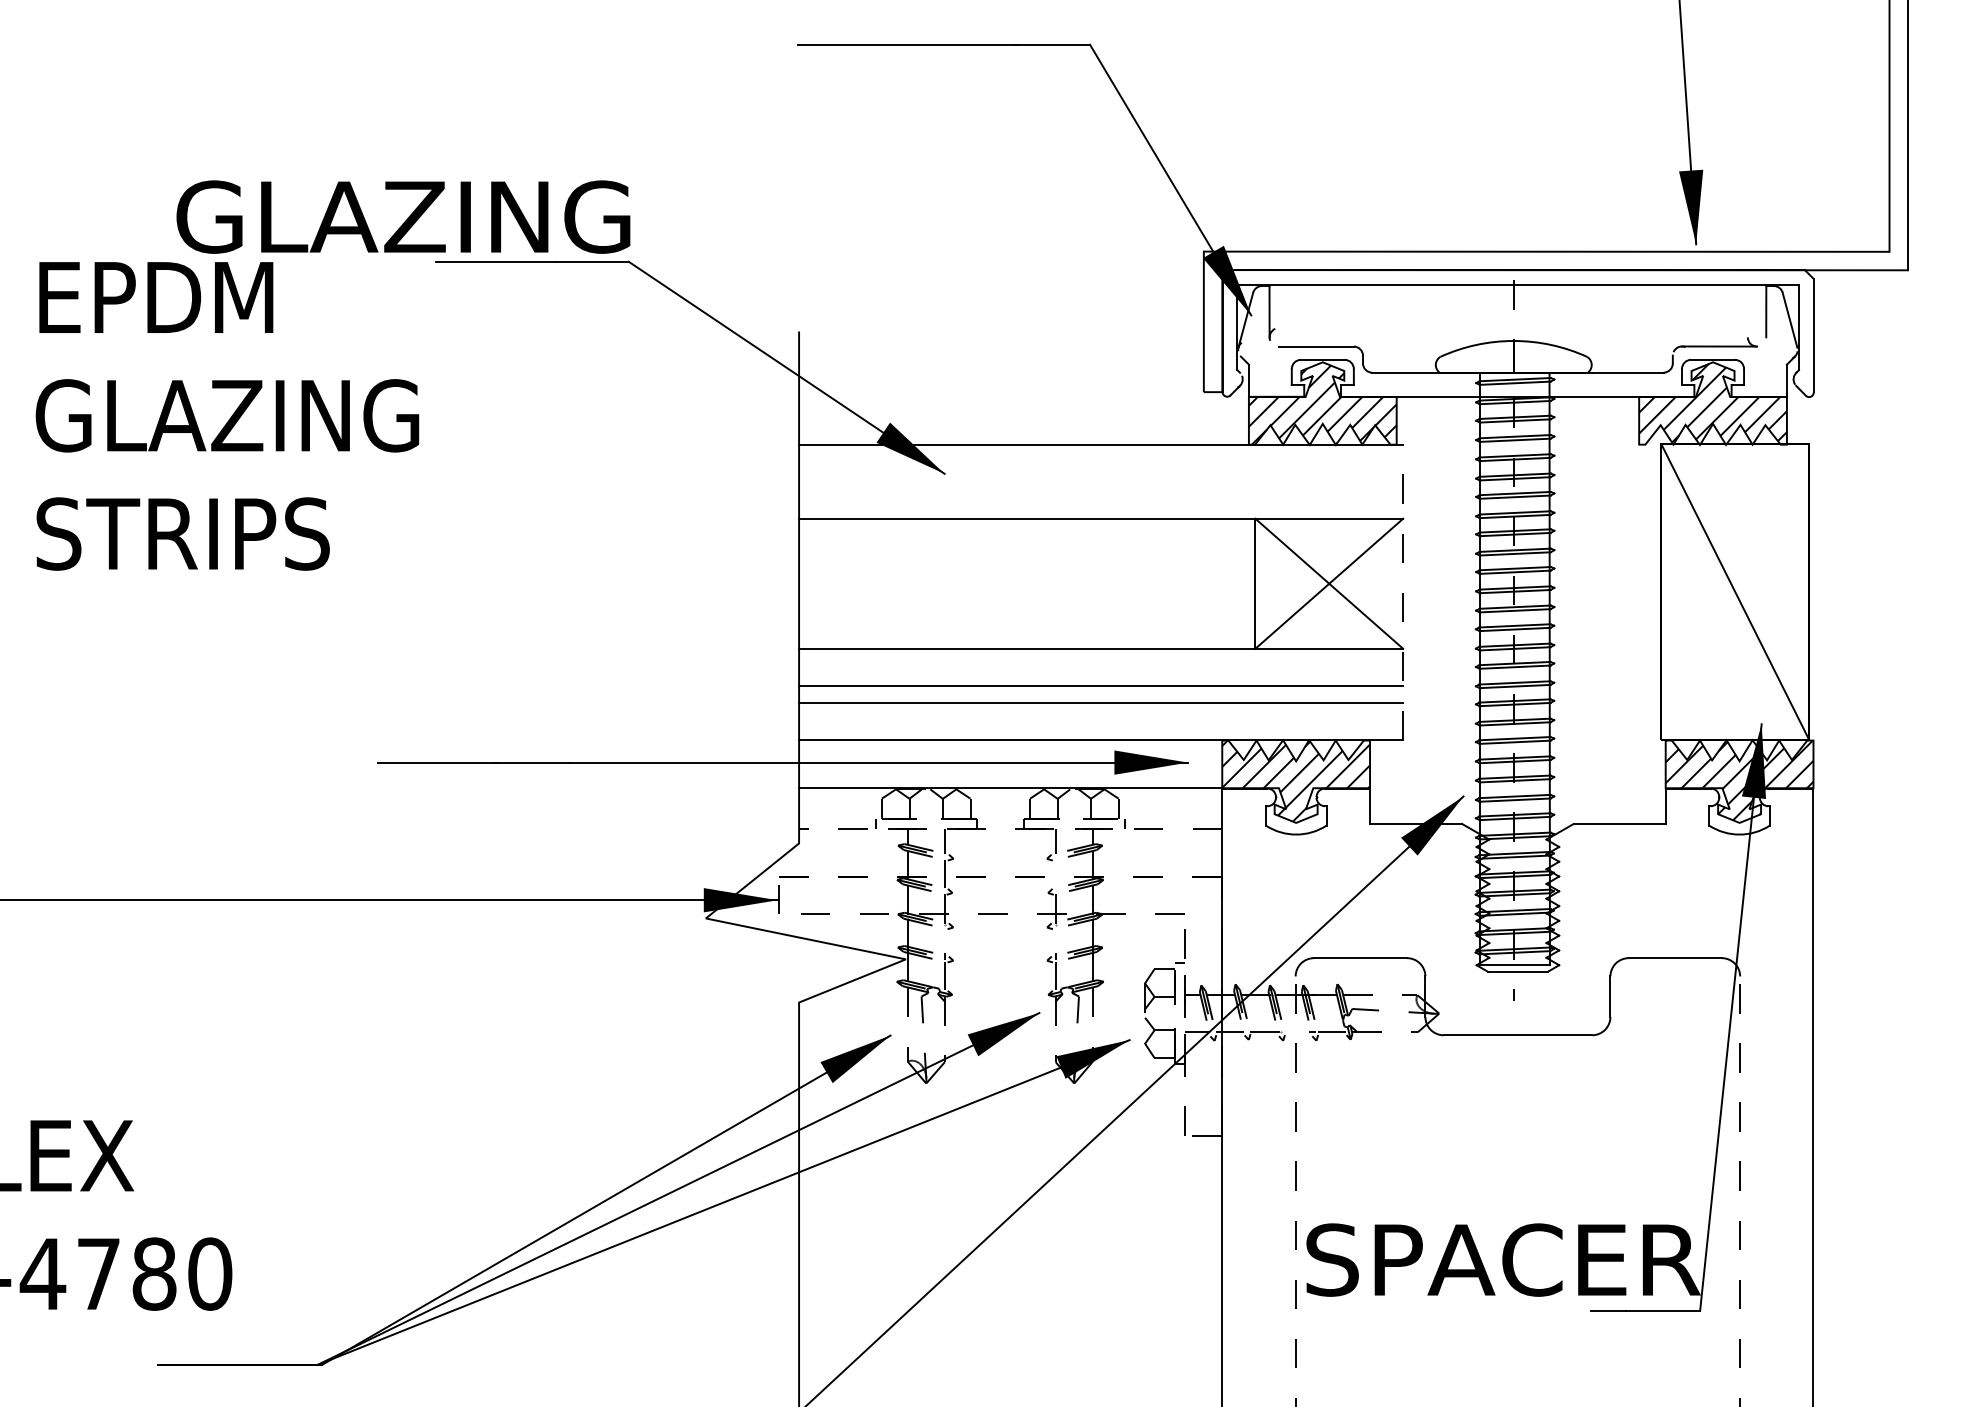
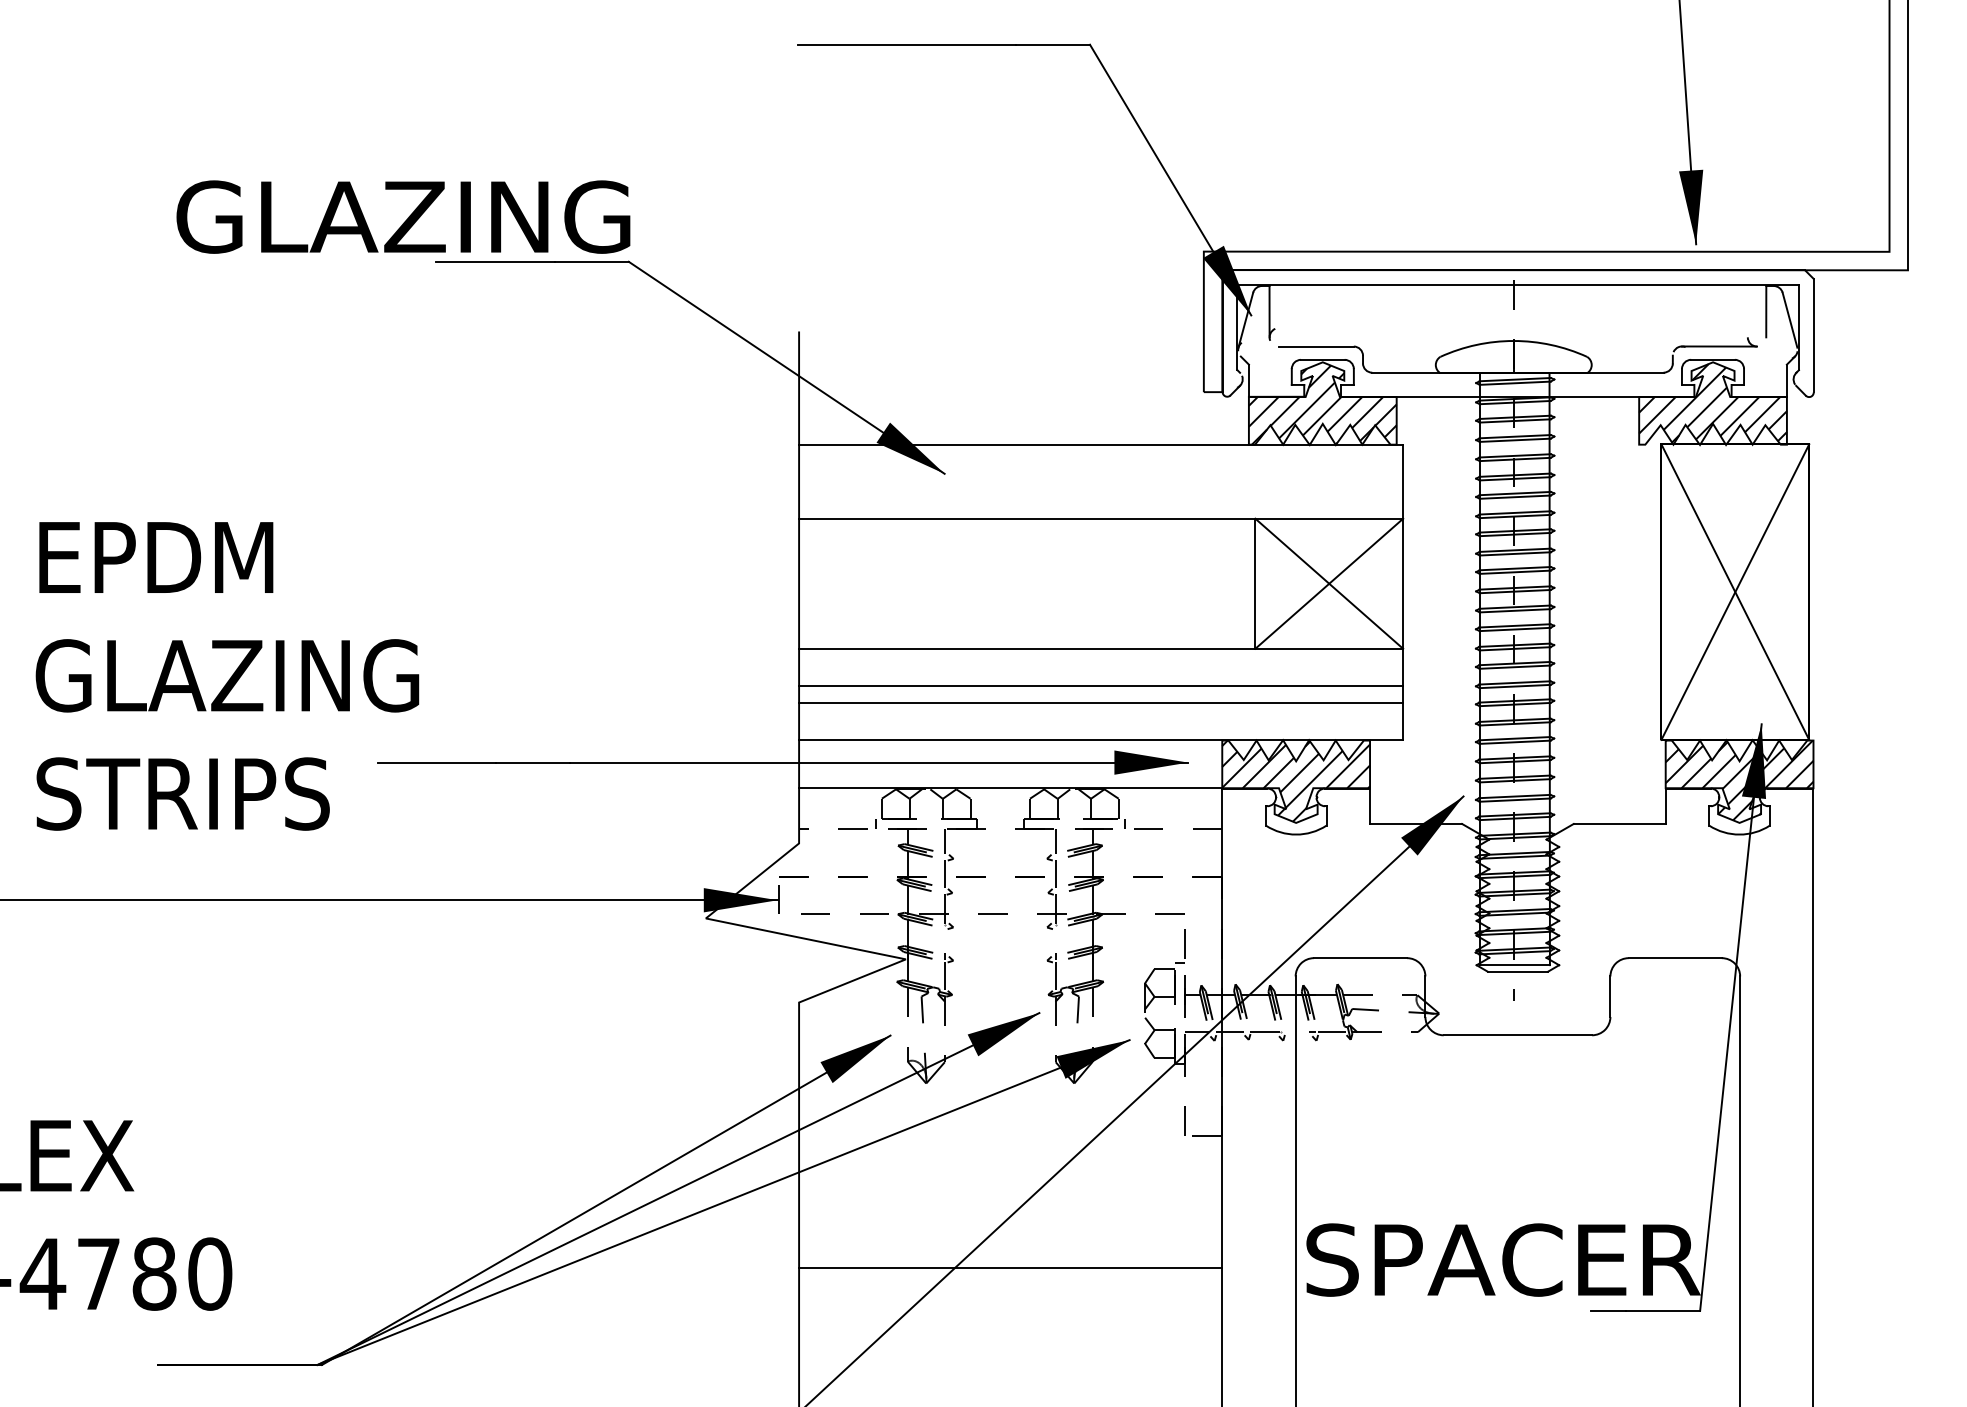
text at (227, 416) position: (227, 416) -> (227, 676)
line at (1735, 591): none -> present
line at (1403, 592): dashed -> solid
line at (1055, 873): none -> present
line at (1295, 1191): dashed -> solid
line at (1740, 1191): dashed -> solid
line at (1010, 1268): none -> present
